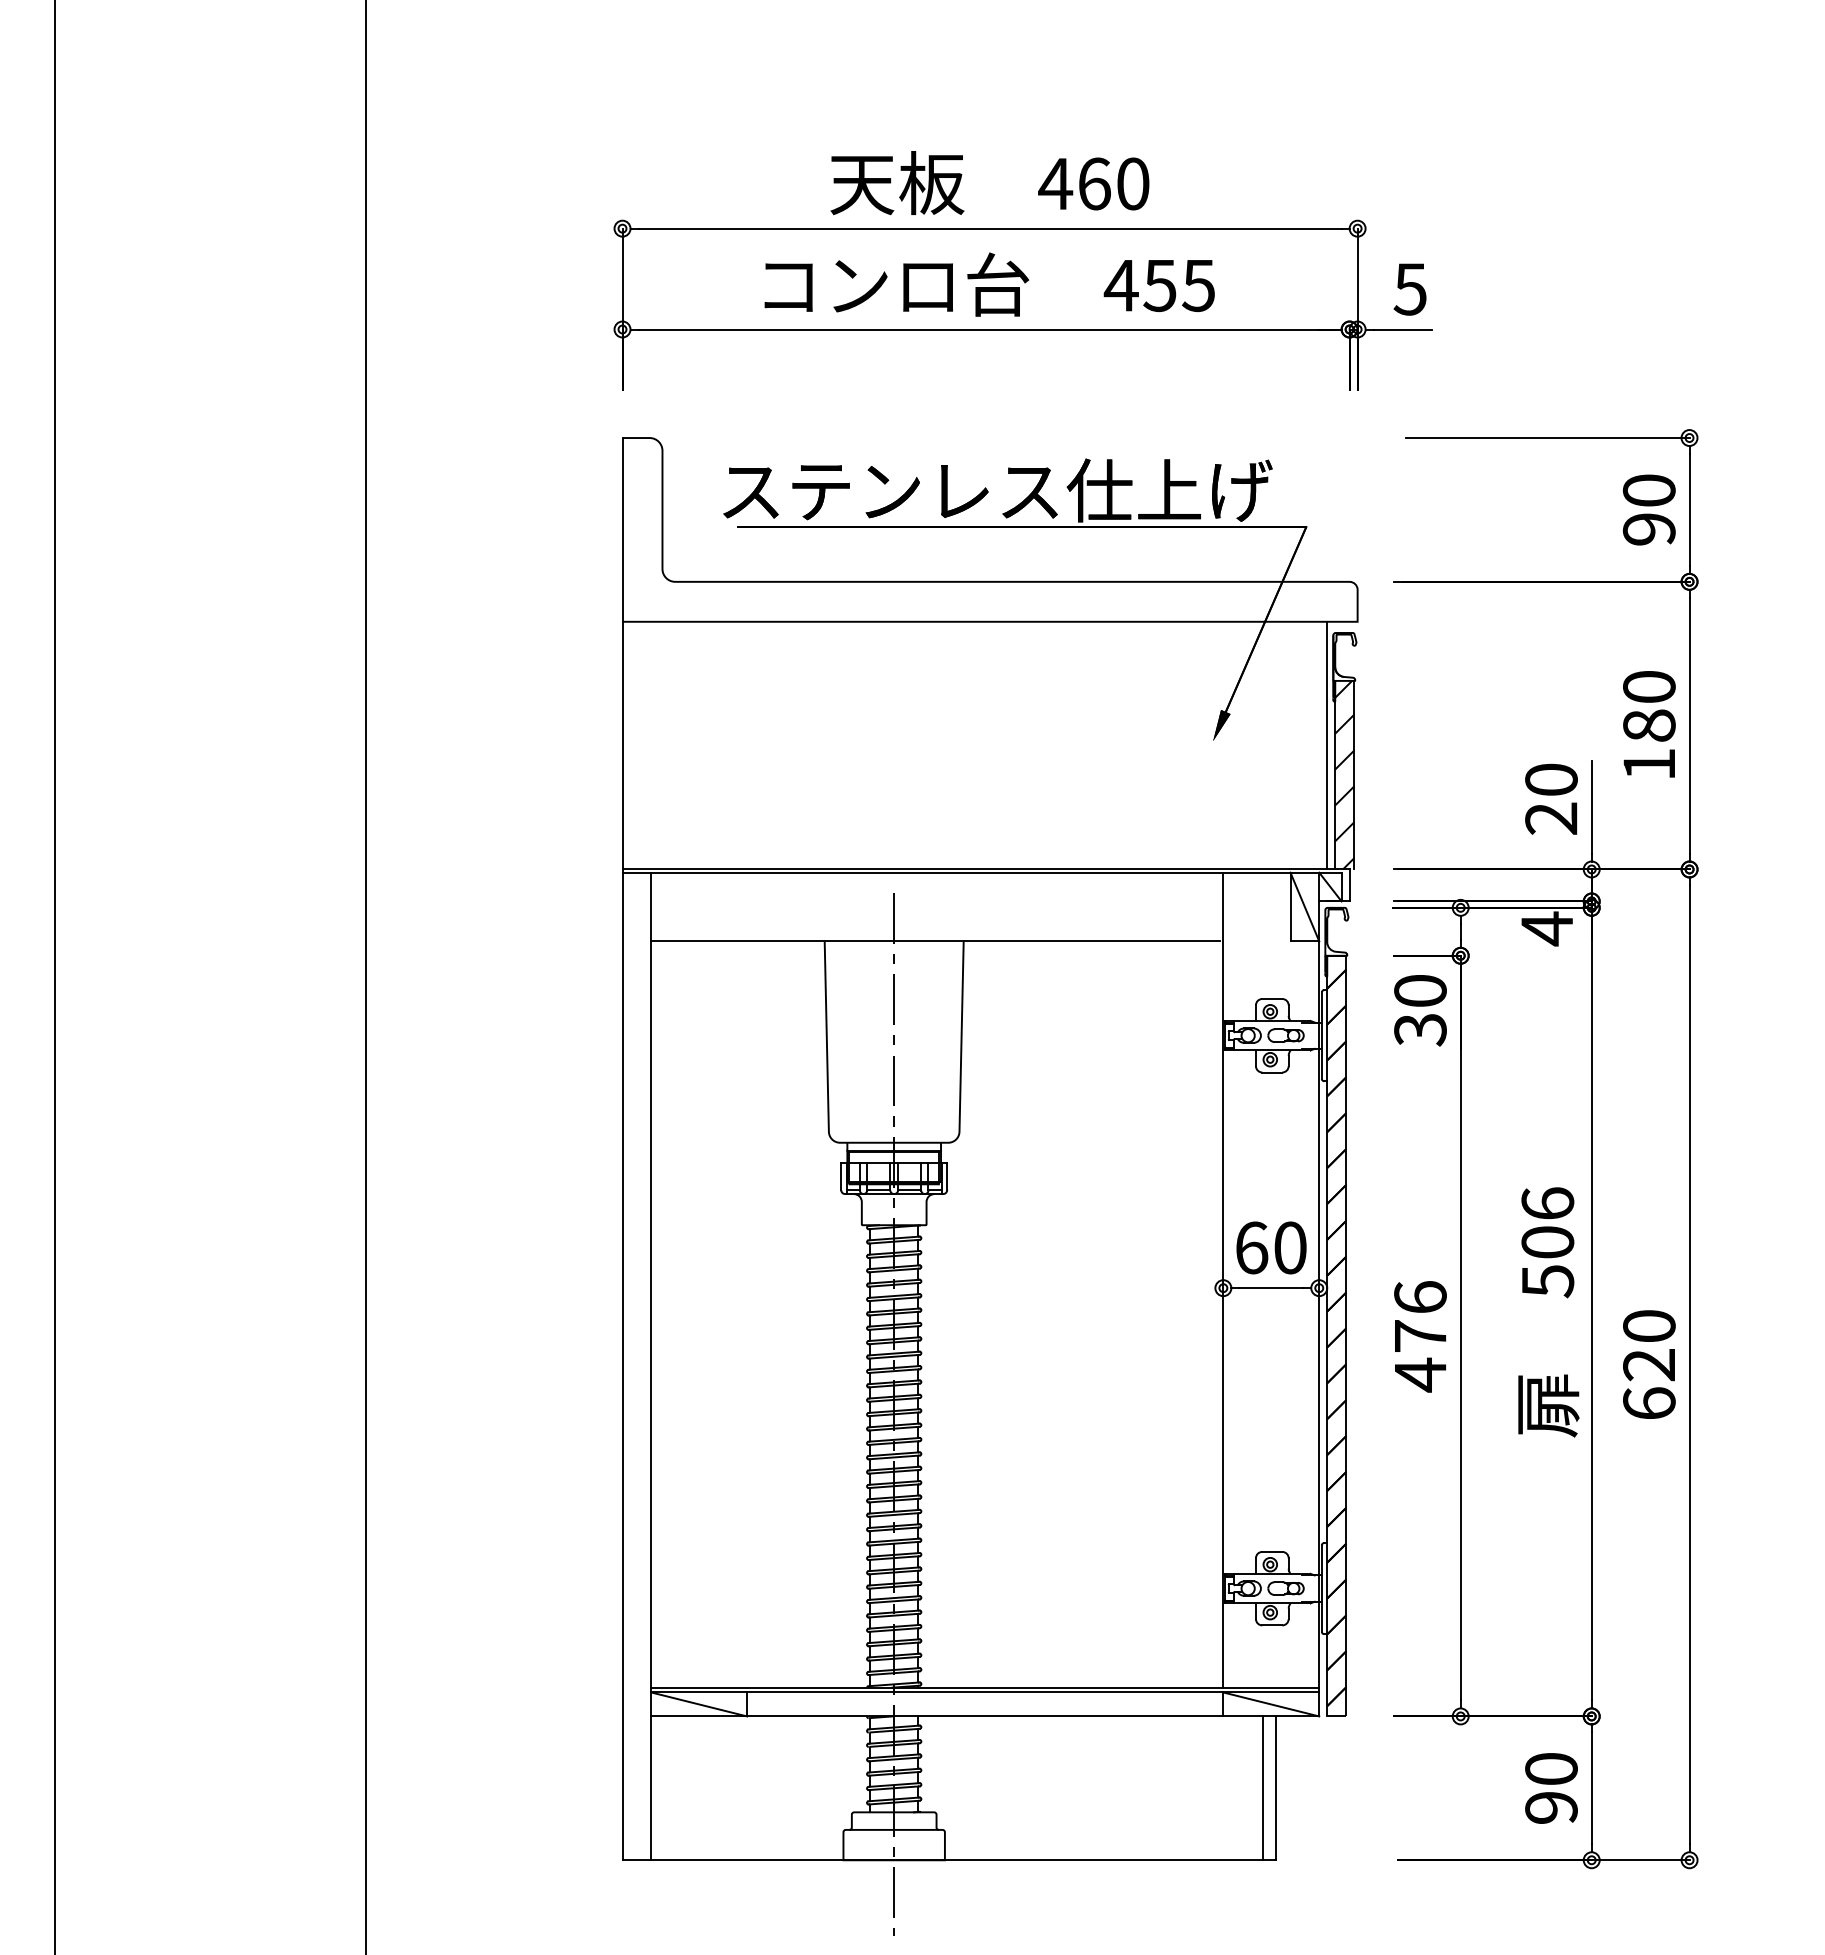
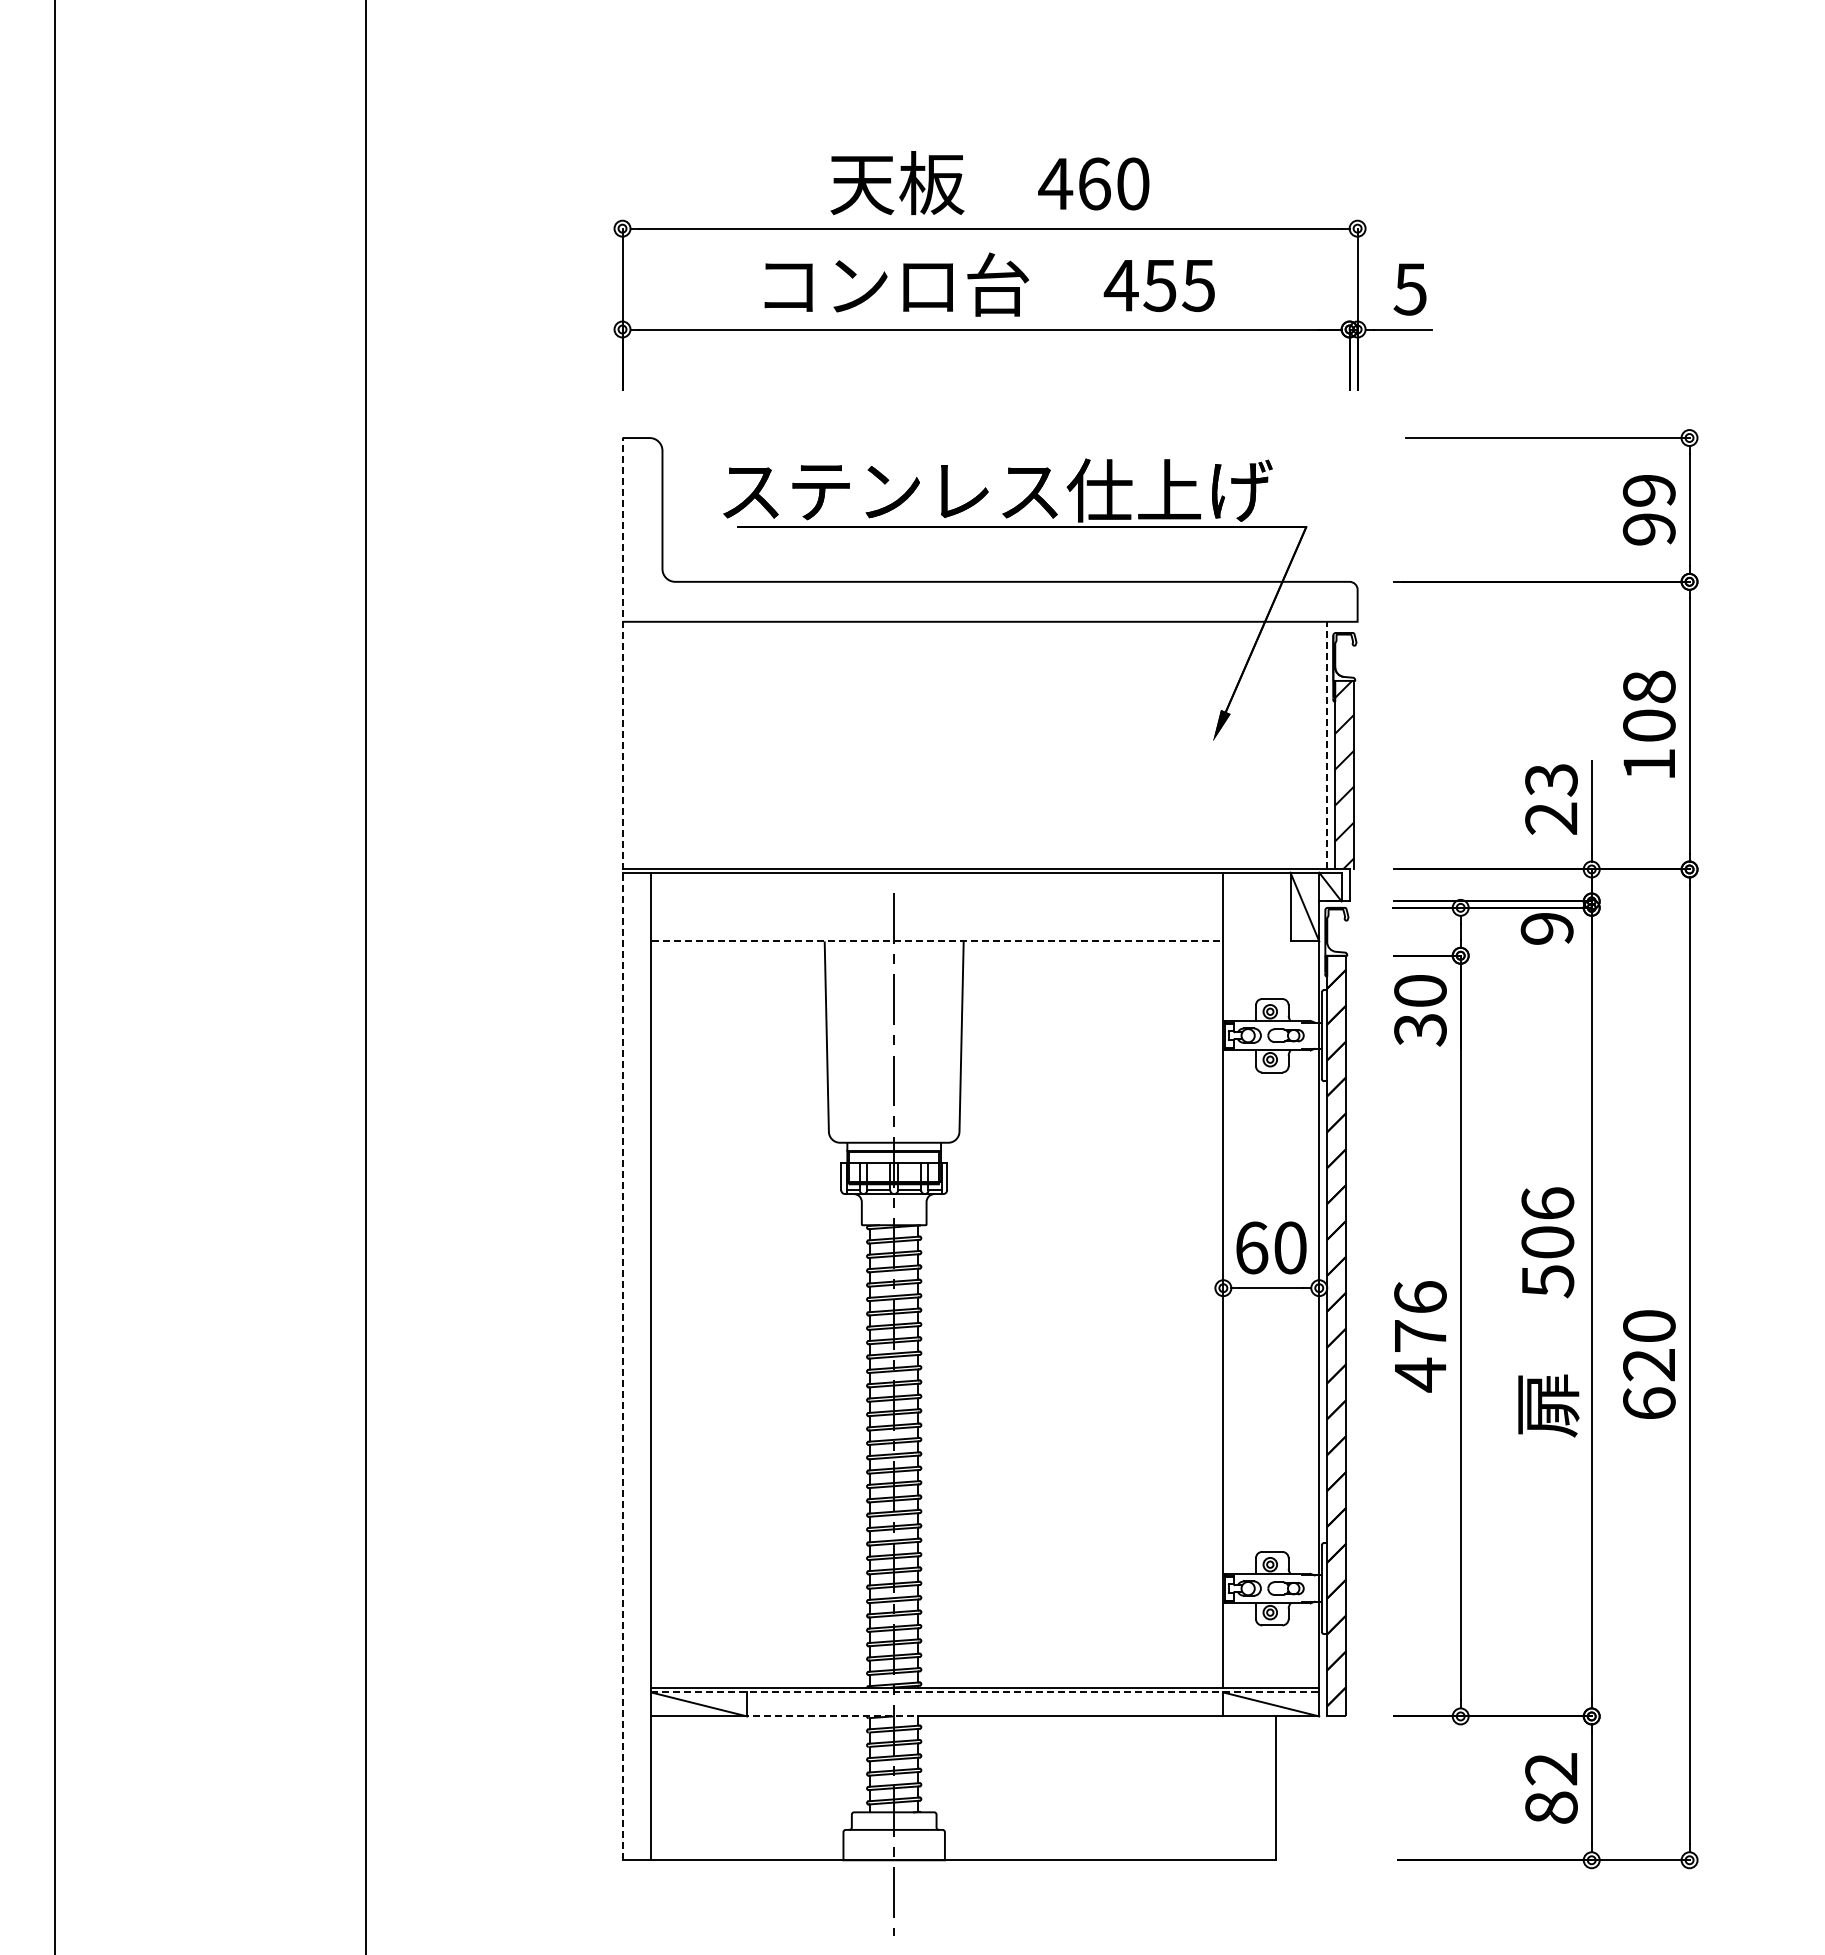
text at (1649, 490): 90 -> 99
text at (1649, 705): 180 -> 108
line at (1327, 745): solid -> dashed
text at (1551, 779): 20 -> 23
text at (1546, 928): 4 -> 9
line at (935, 941): solid -> dashed
line at (622, 1148): solid -> dashed
line at (985, 1692): solid -> dashed
line at (830, 1716): solid -> dashed
line at (1263, 1788): present -> none
text at (1551, 1788): 90 -> 82
